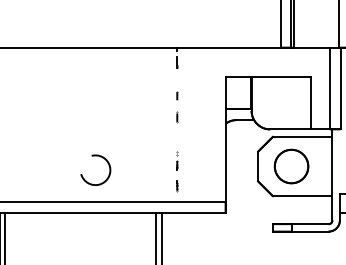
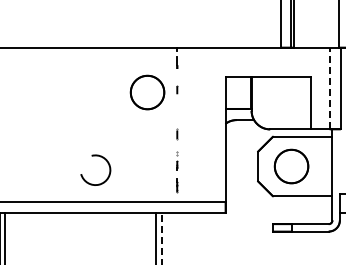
line at (329, 88): solid -> dashed
part at (147, 92): none -> present
part at (177, 95) position: (177, 95) -> (177, 89)
line at (177, 117) position: (177, 117) -> (177, 134)
part at (177, 186) size: 3x13 px -> 3x16 px
line at (161, 238): solid -> dashed
